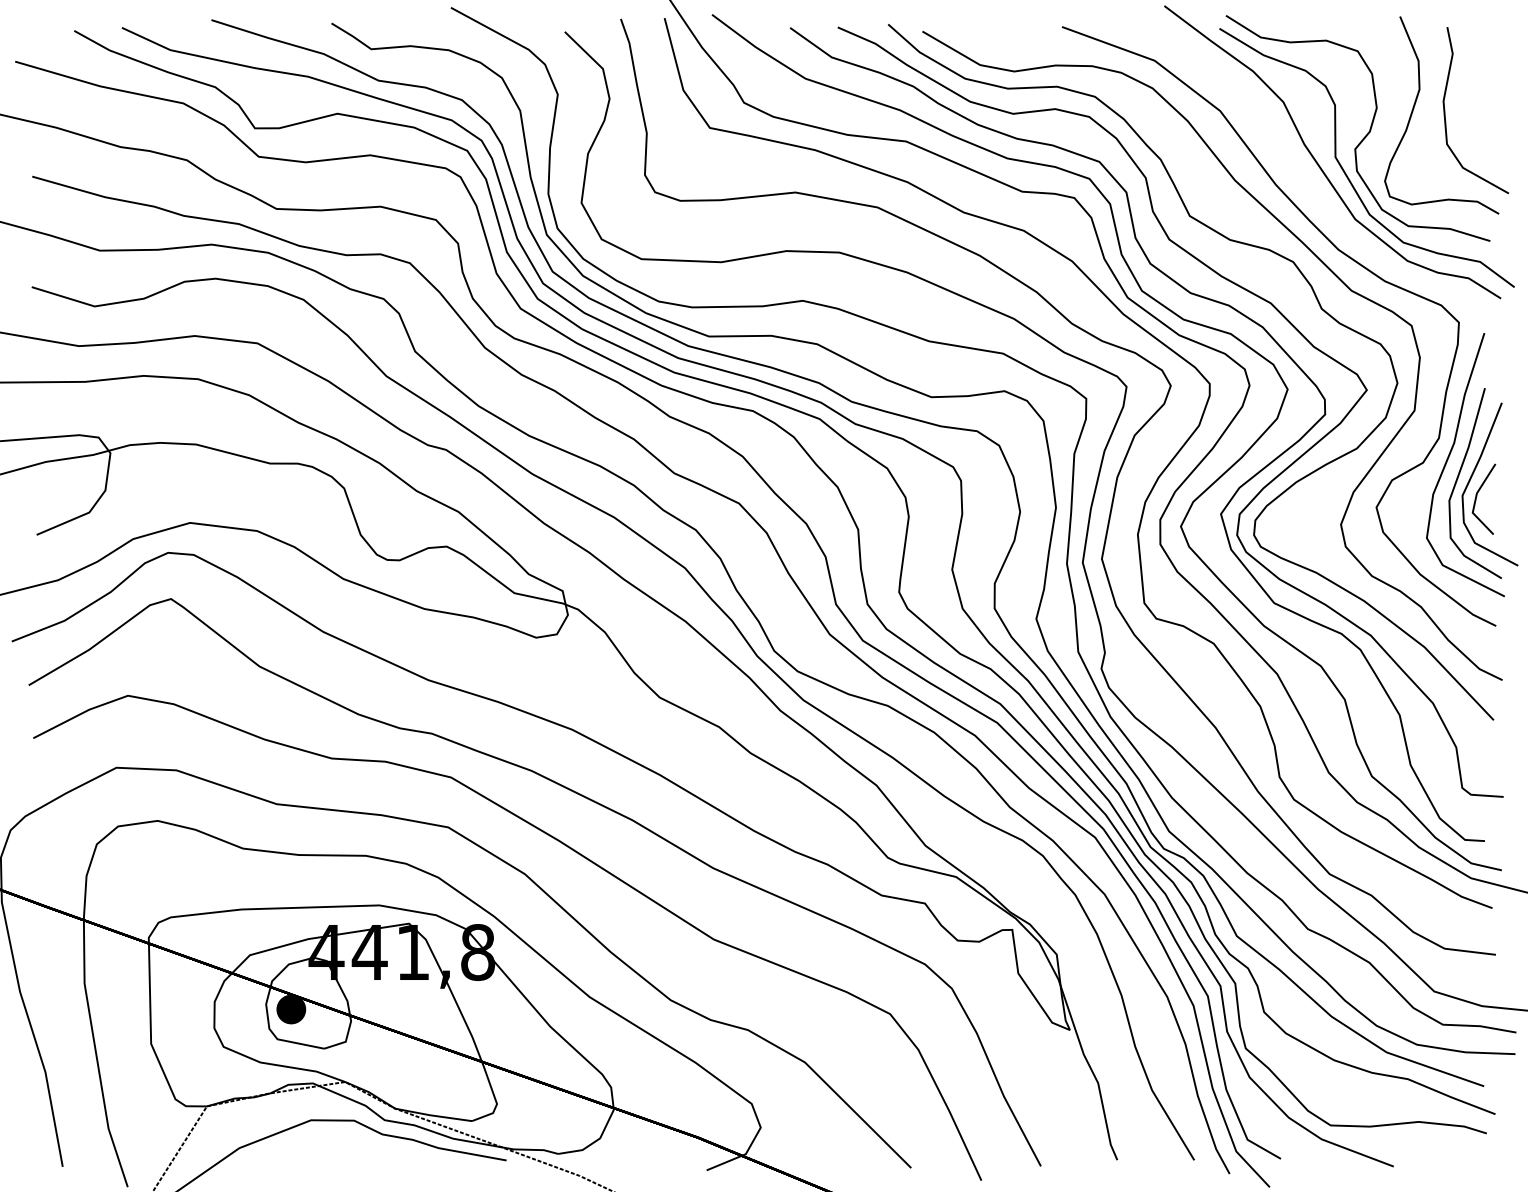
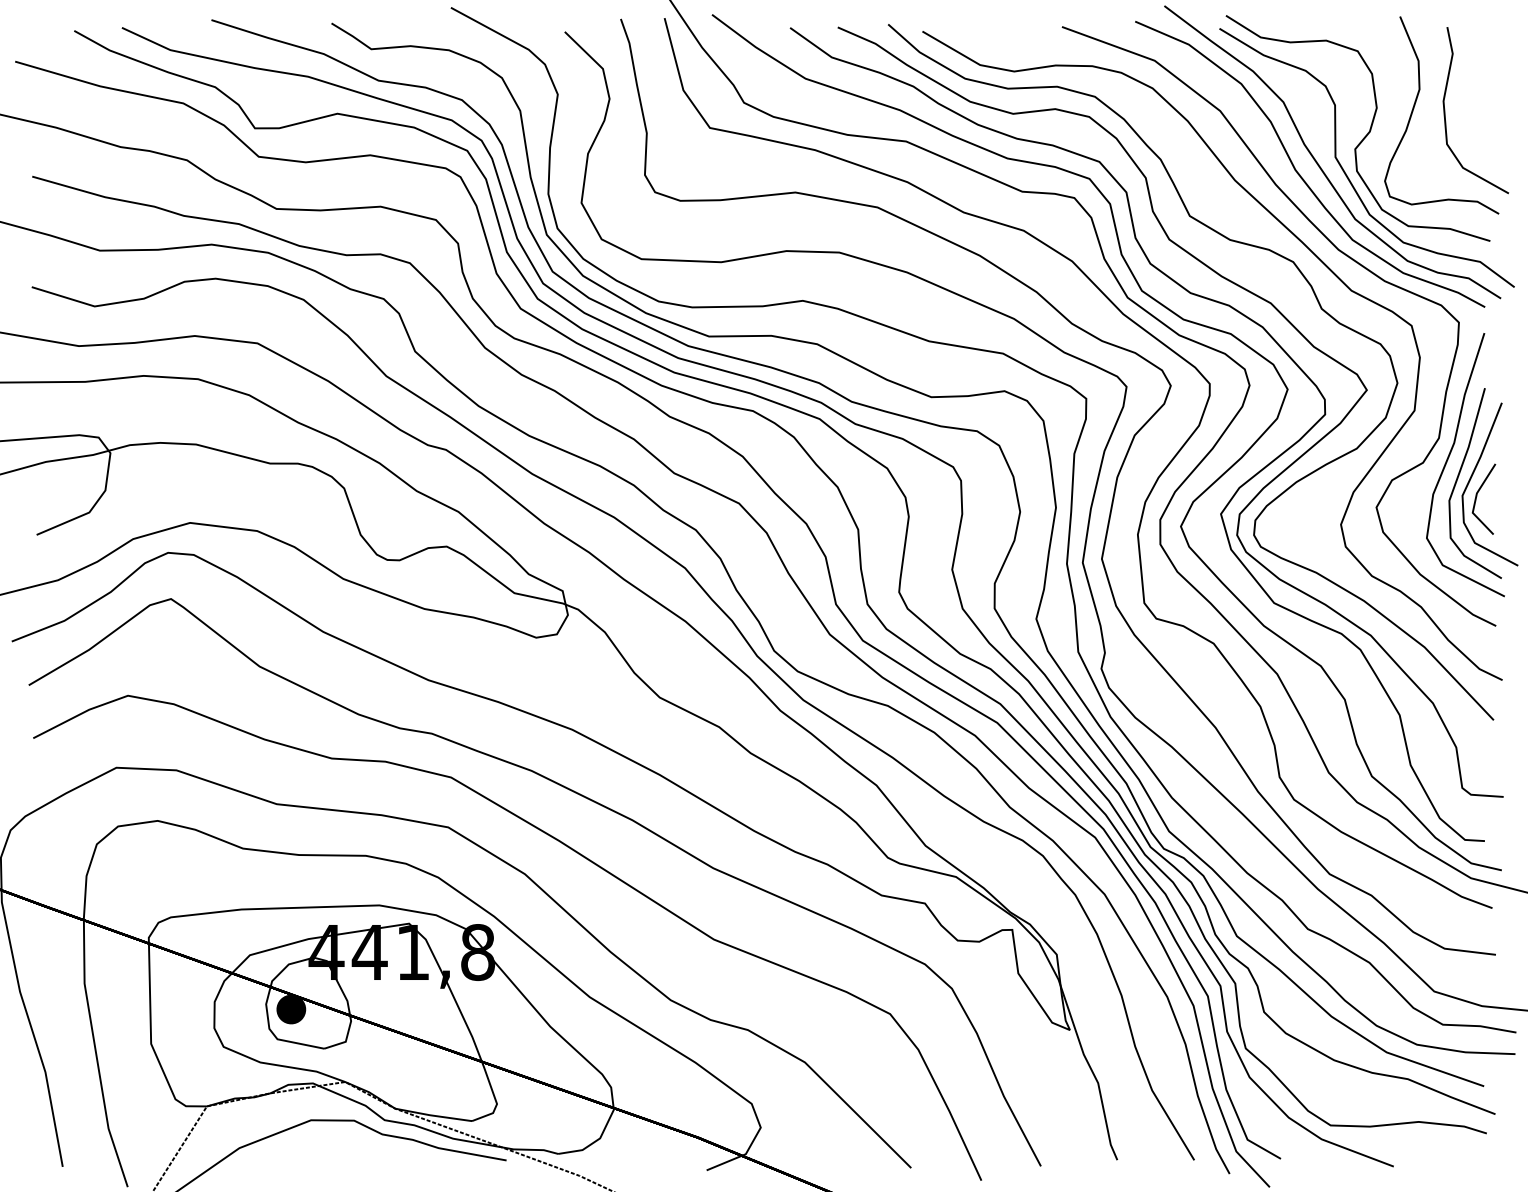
curve at (1300, 174): none -> present
